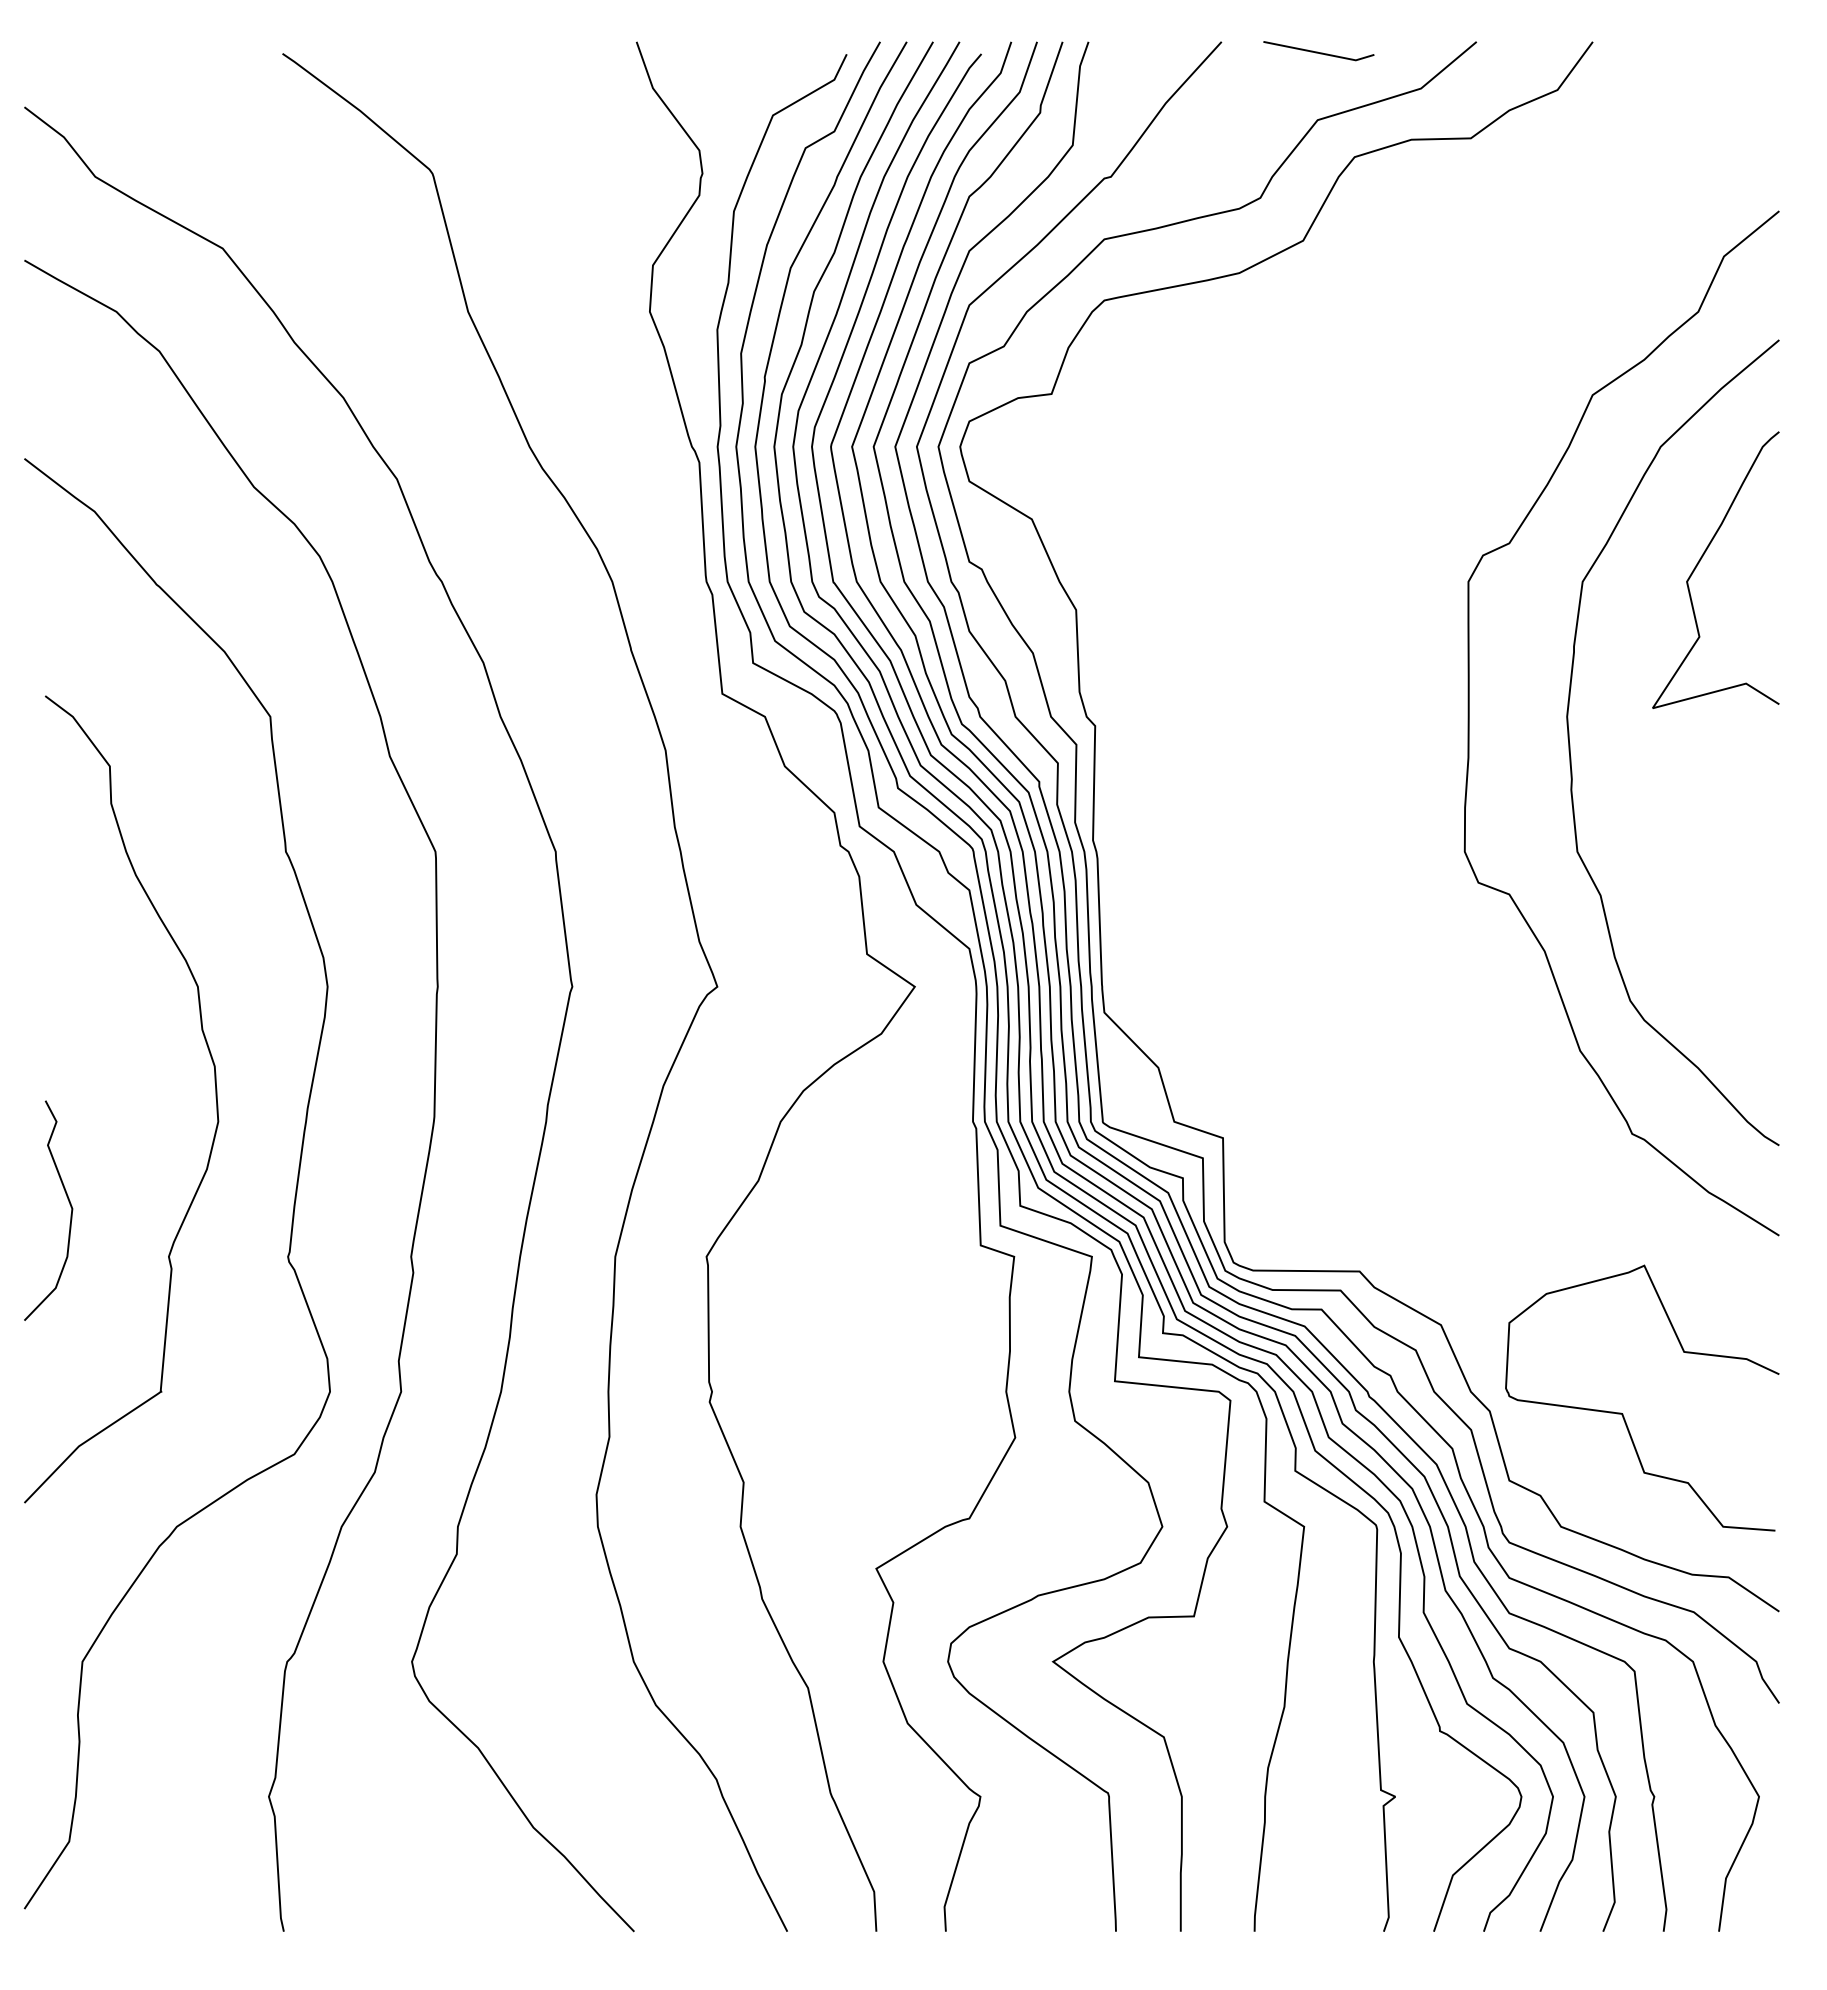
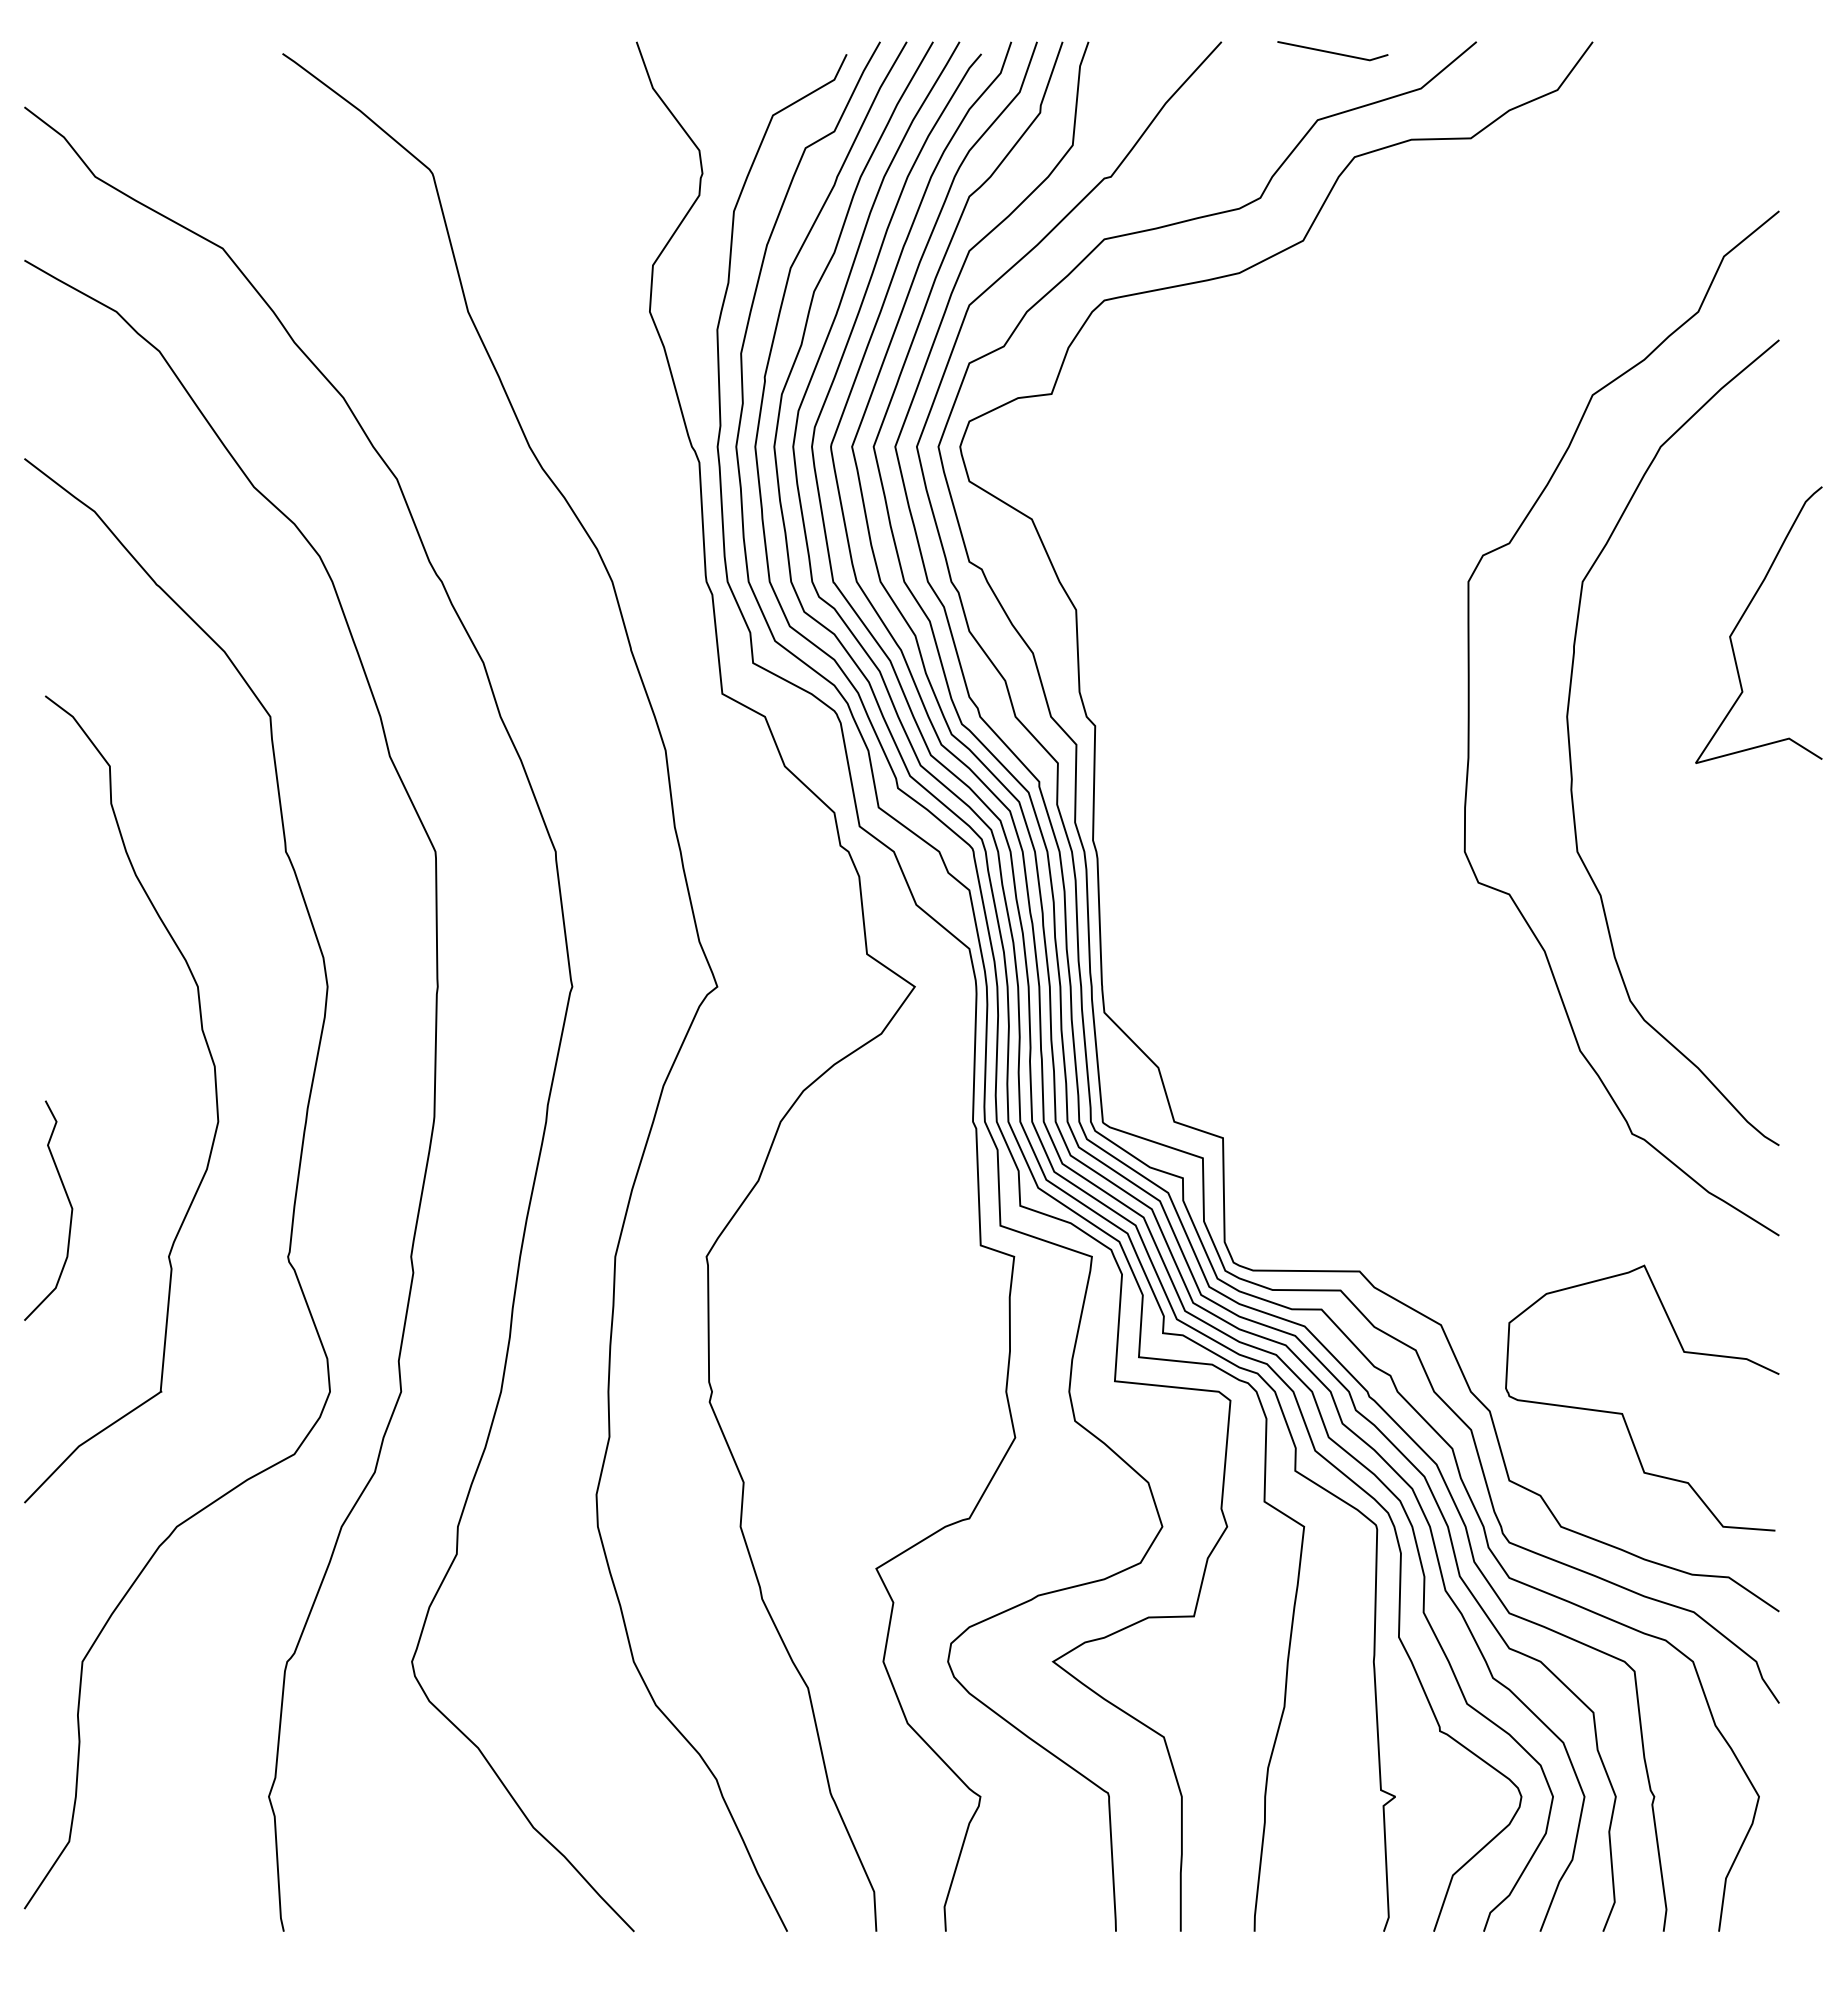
line at (1317, 51) position: (1317, 51) -> (1331, 51)
curve at (1700, 561) position: (1700, 561) -> (1743, 616)
